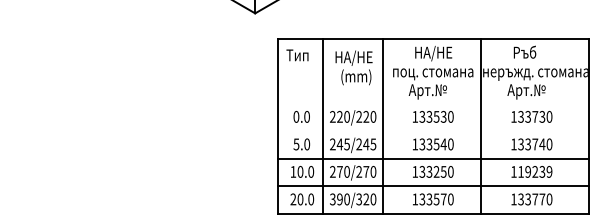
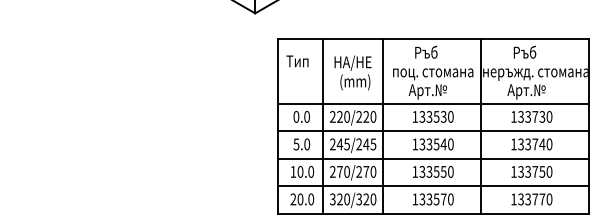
text at (434, 53): HA/HE -> Ръб
text at (297, 55) position: (297, 55) -> (297, 61)
text at (353, 67) position: (353, 67) -> (352, 72)
line at (433, 103): none -> present
line at (433, 131): none -> present
text at (436, 171): 133250 -> 133550
text at (535, 171): 119239 -> 133750
text at (339, 199): 390/320 -> 320/320
